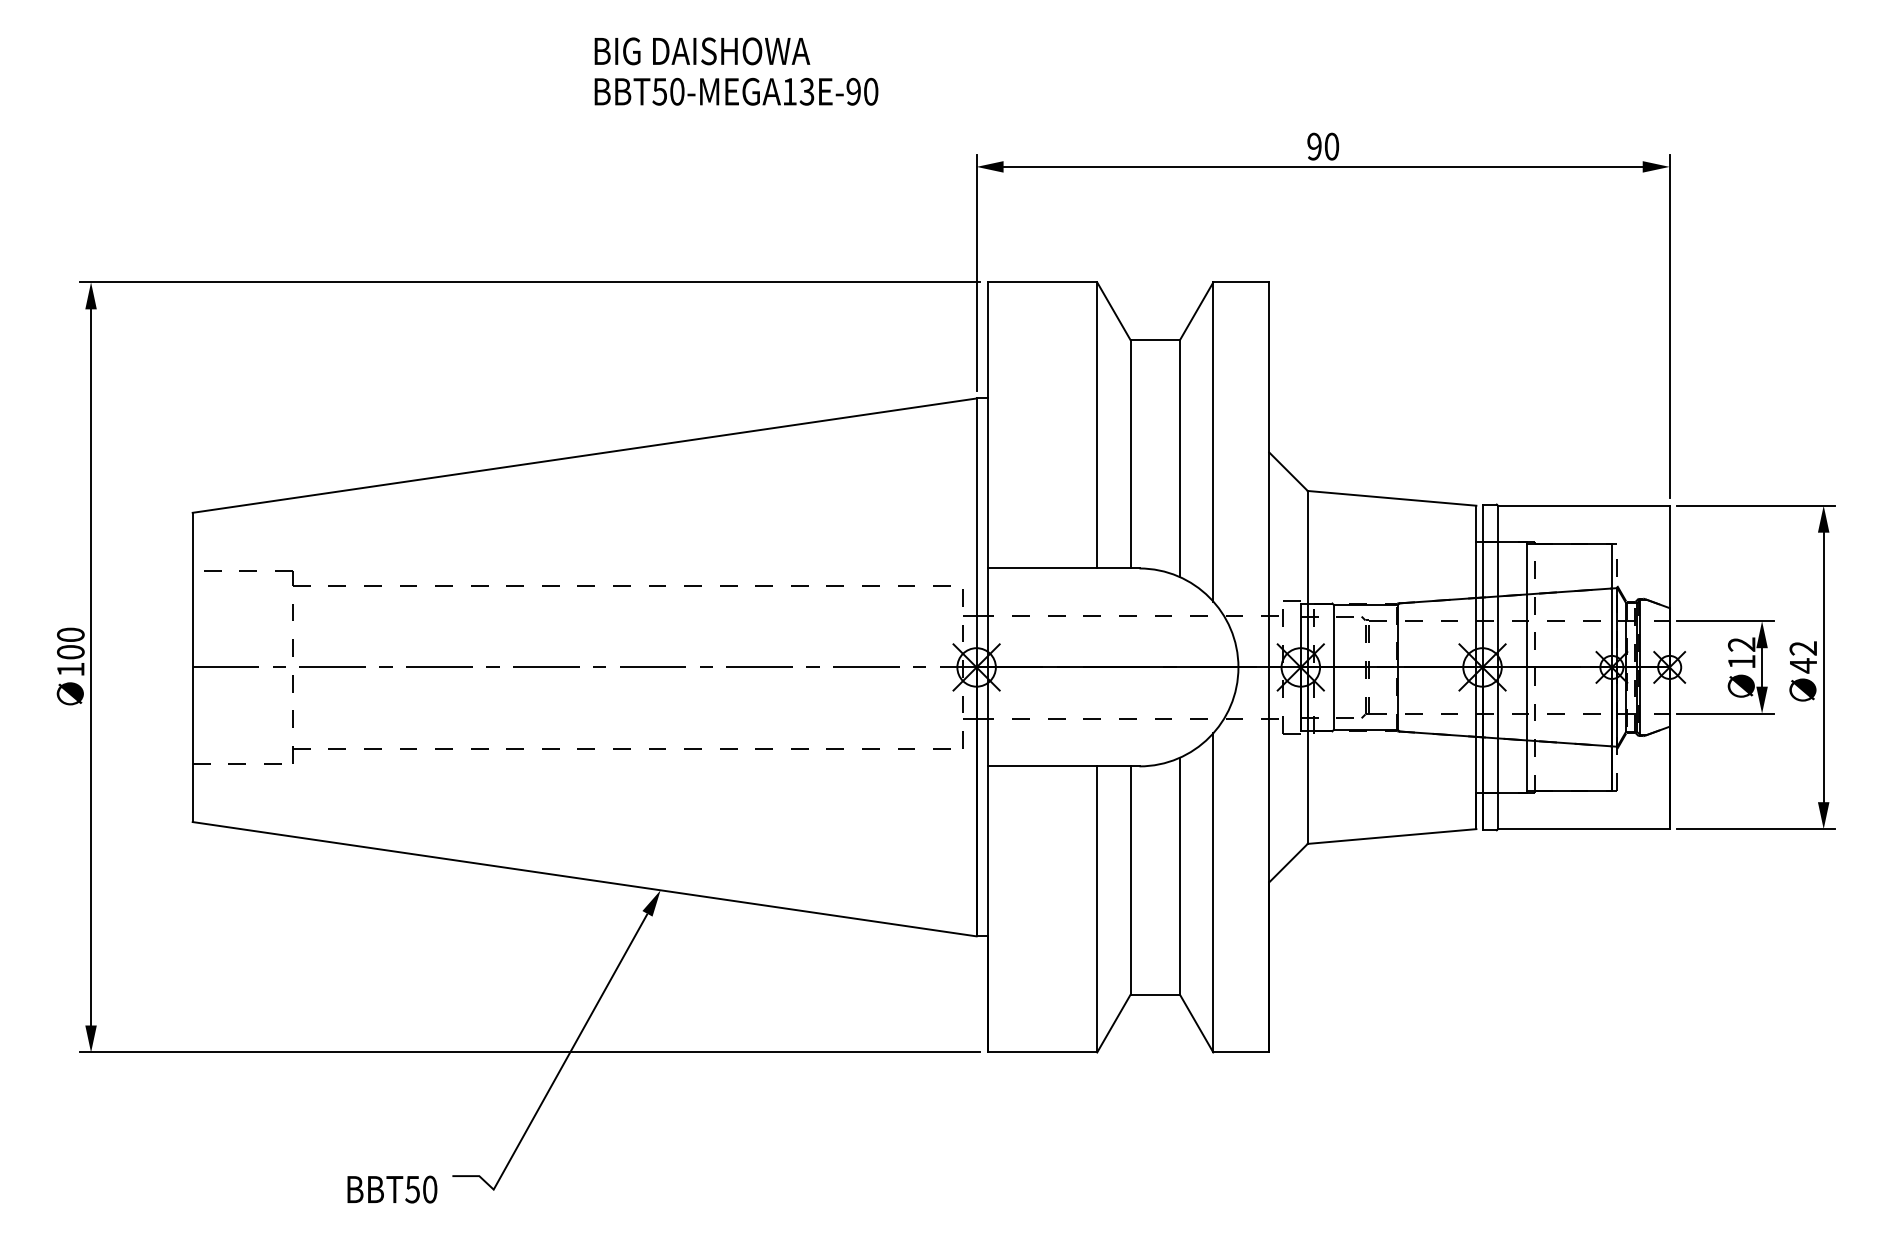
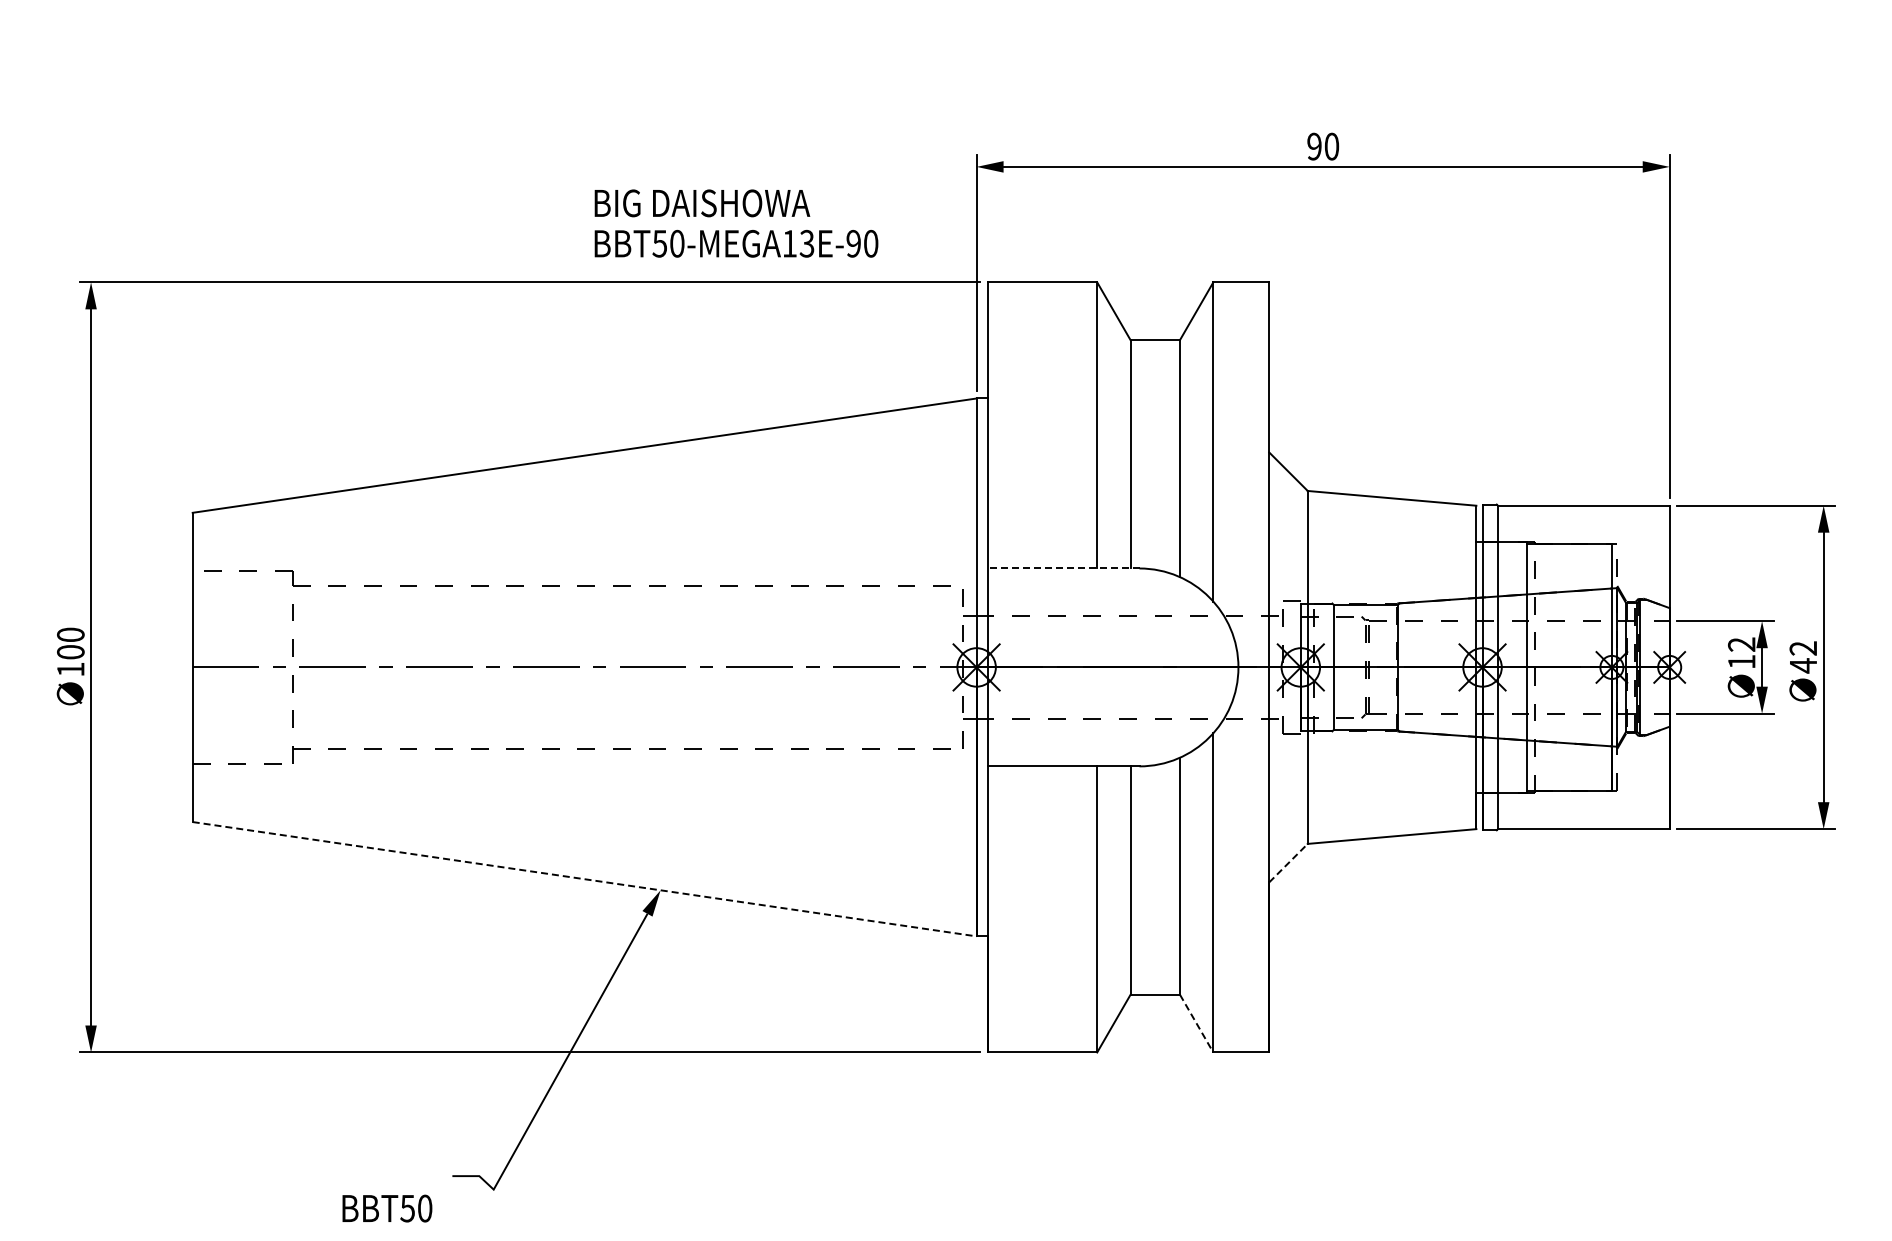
text at (736, 71) position: (736, 71) -> (736, 223)
line at (1063, 568): solid -> dashed
line at (1288, 862): solid -> dashed
line at (585, 879): solid -> dashed
line at (1196, 1024): solid -> dashed
text at (392, 1189) position: (392, 1189) -> (387, 1208)
